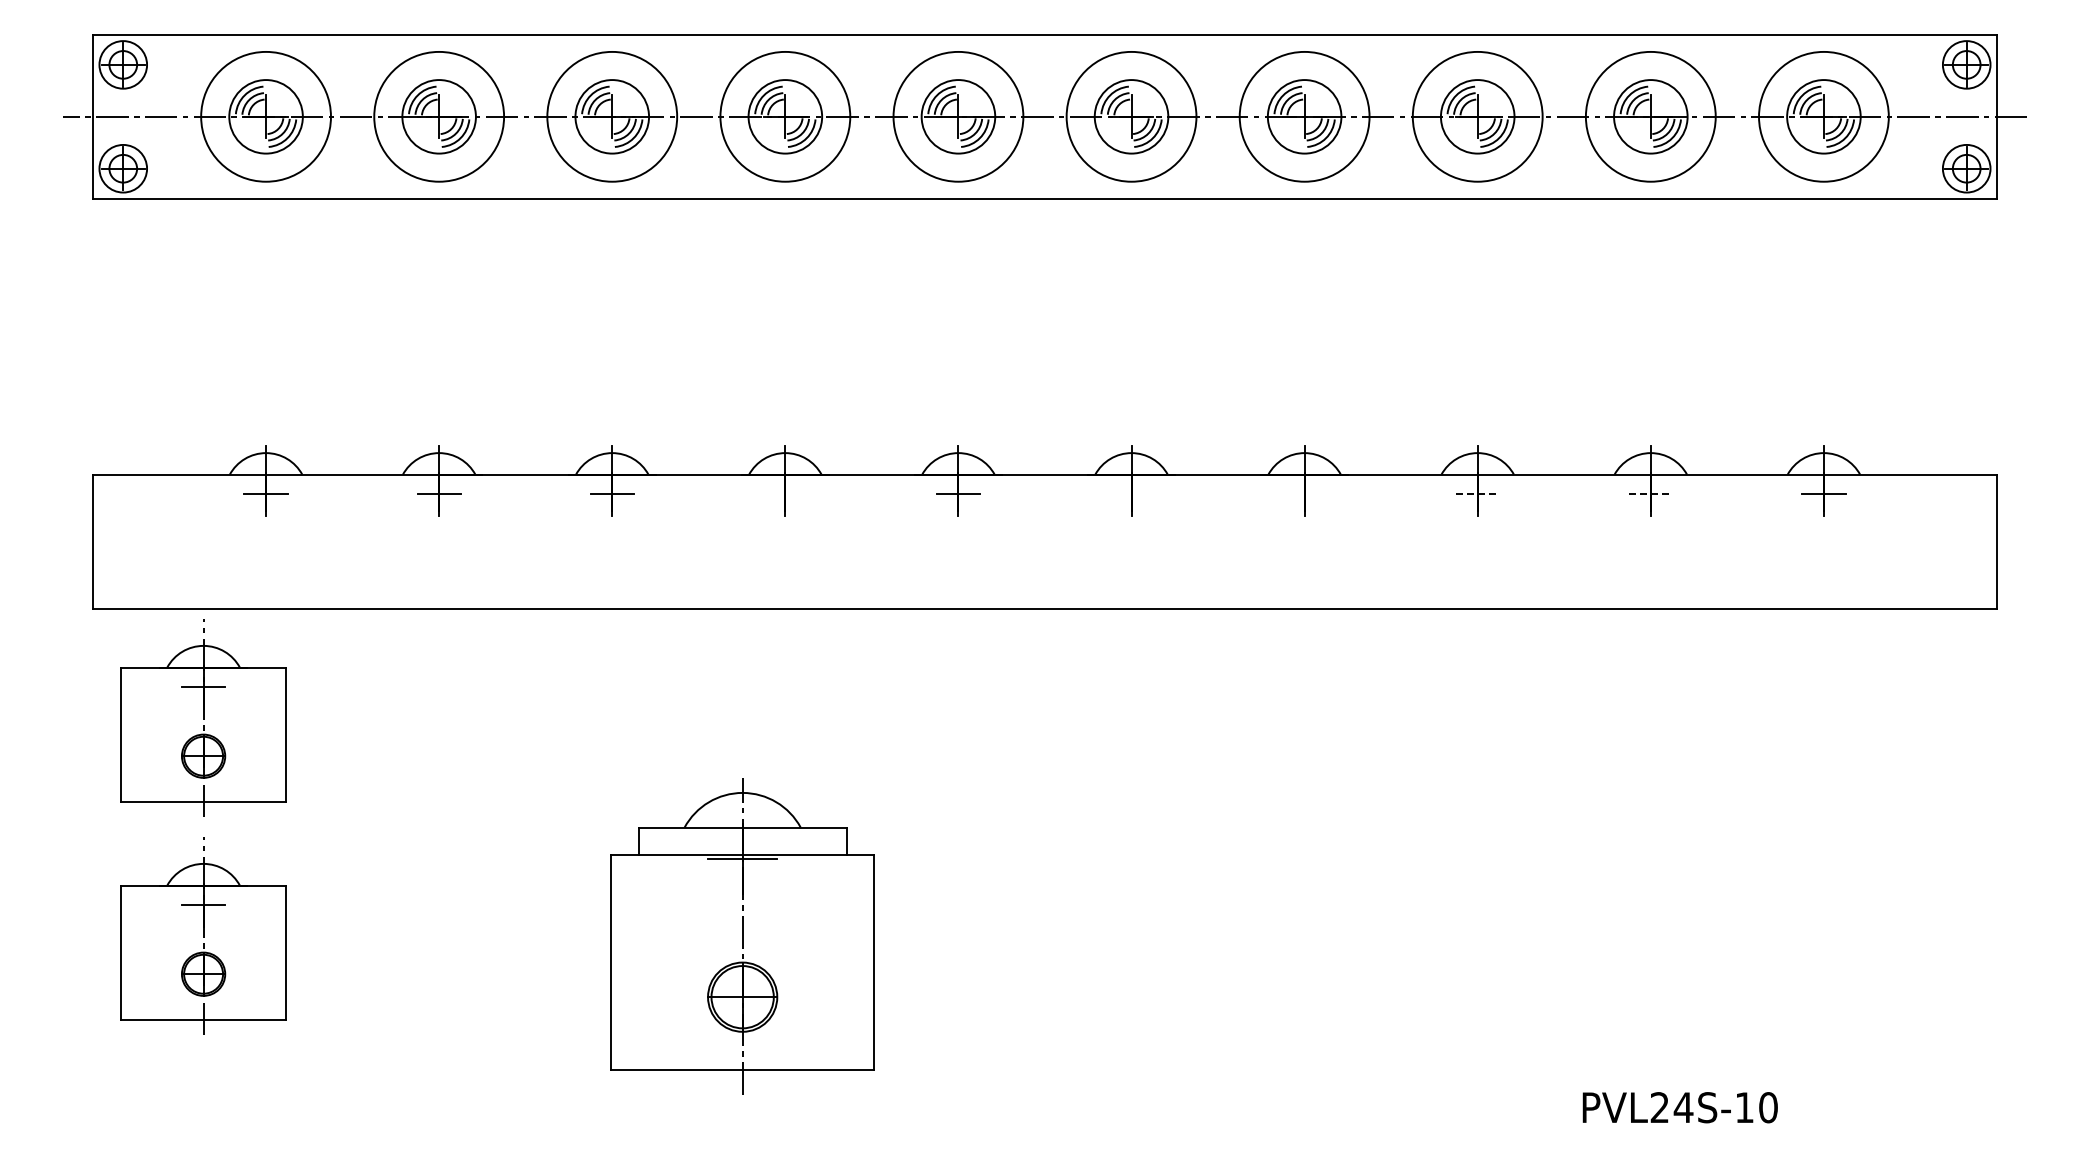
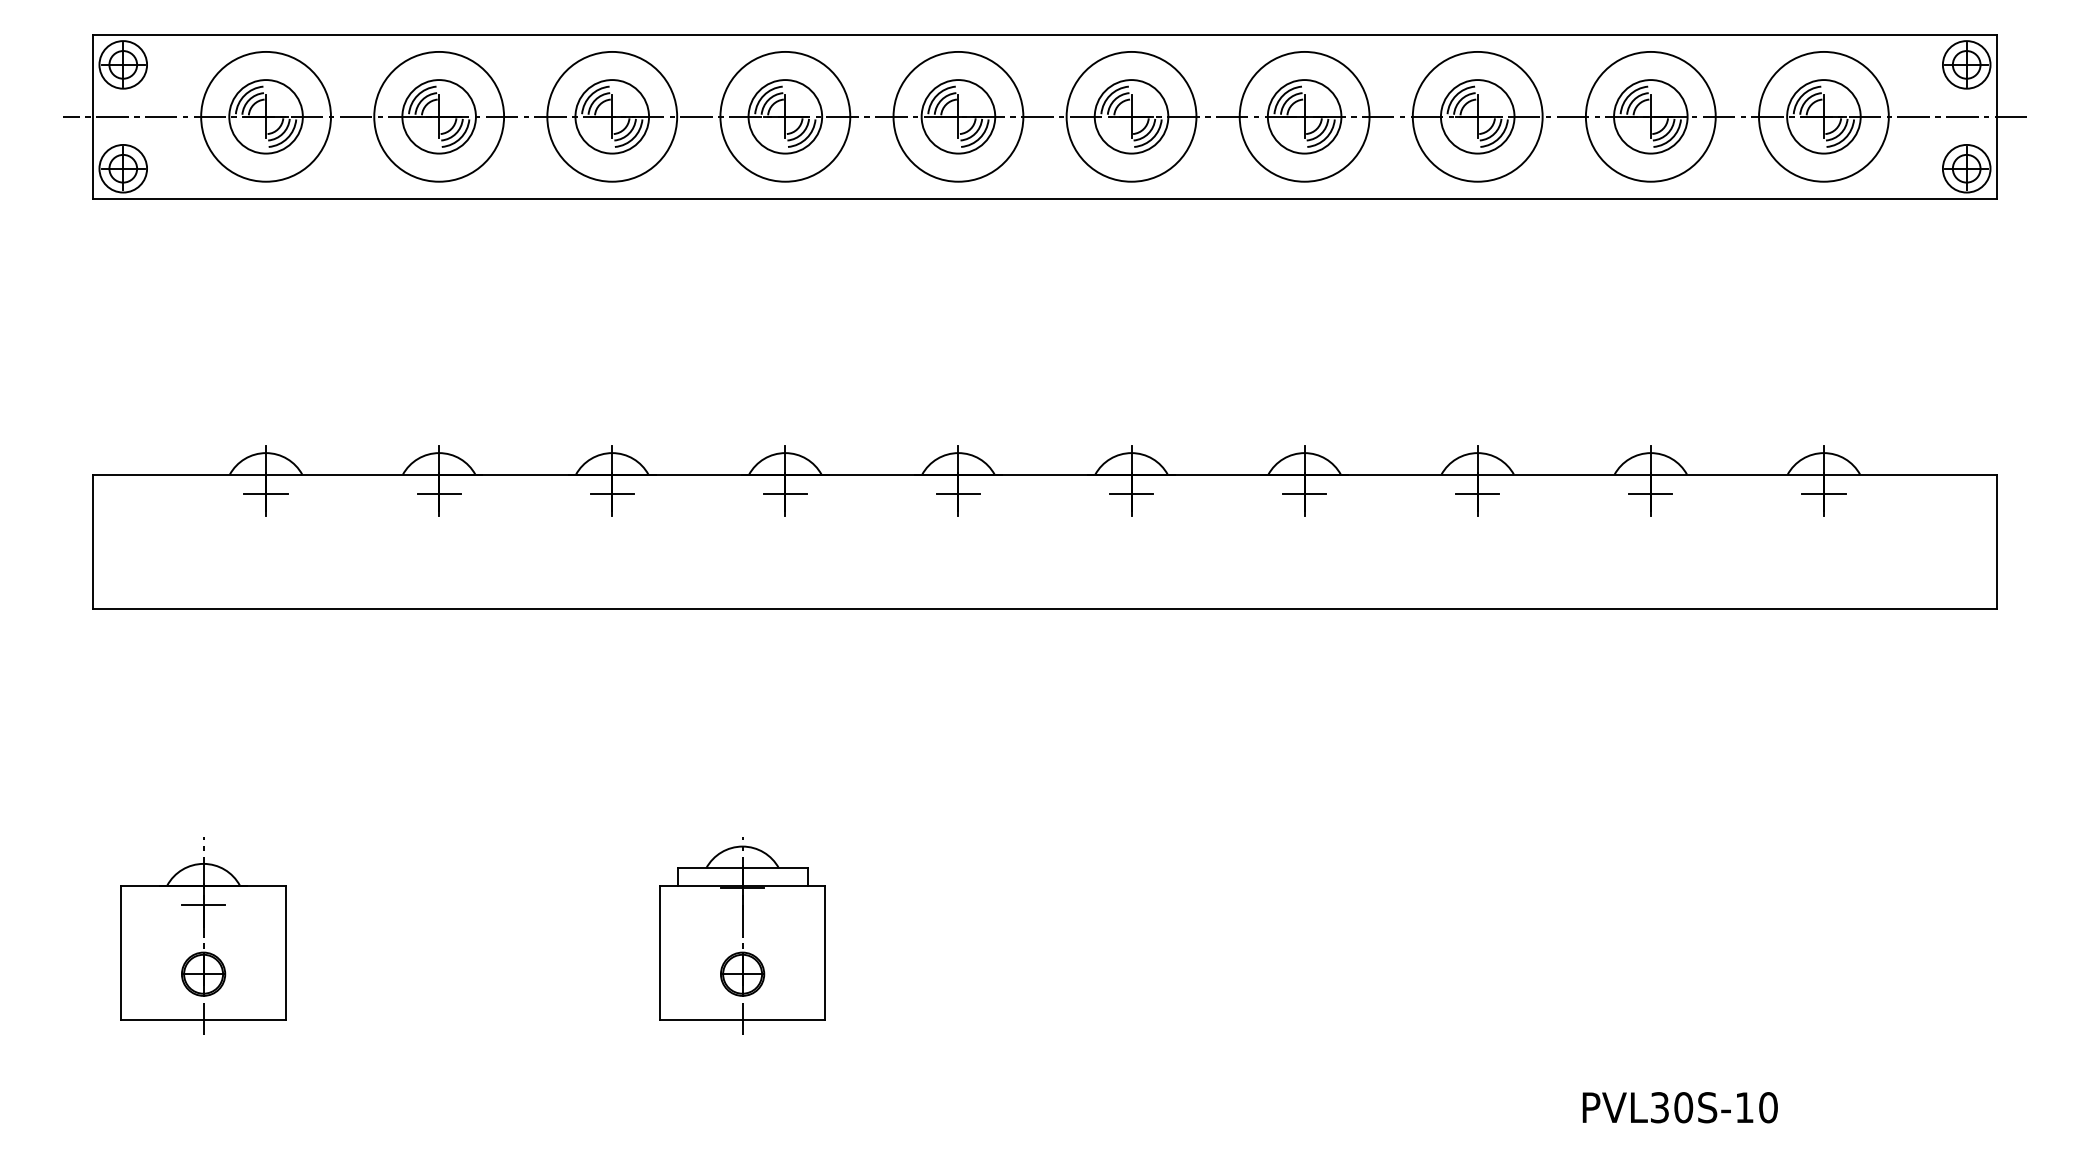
line at (784, 494): none -> present
line at (1131, 494): none -> present
line at (1304, 494): none -> present
line at (1477, 494): dashed -> solid
line at (1650, 494): dashed -> solid
part at (203, 717): present -> none
part at (742, 936) size: 265x317 px -> 167x198 px
text at (1671, 1107): PVL24S-10 -> PVL30S-10
